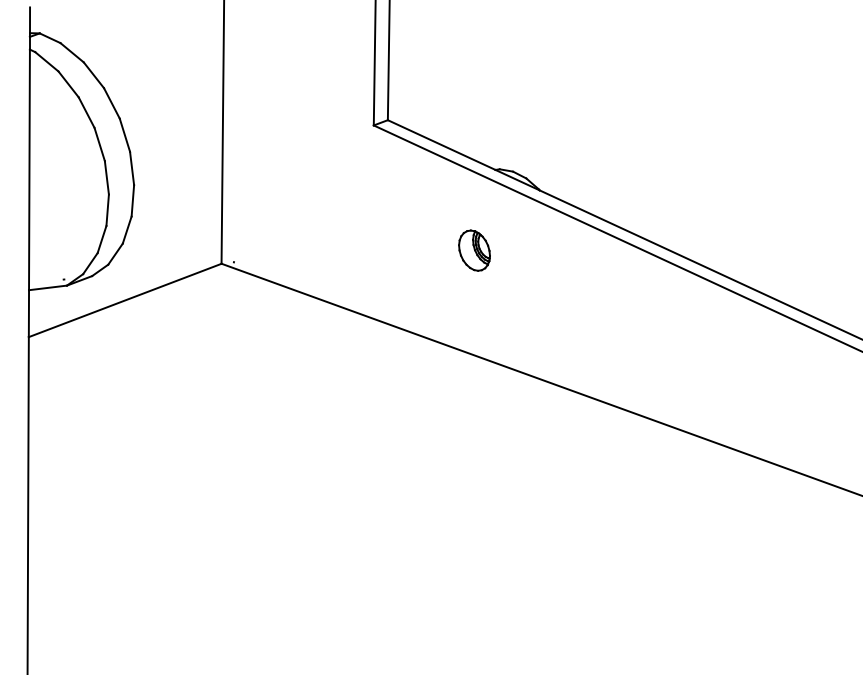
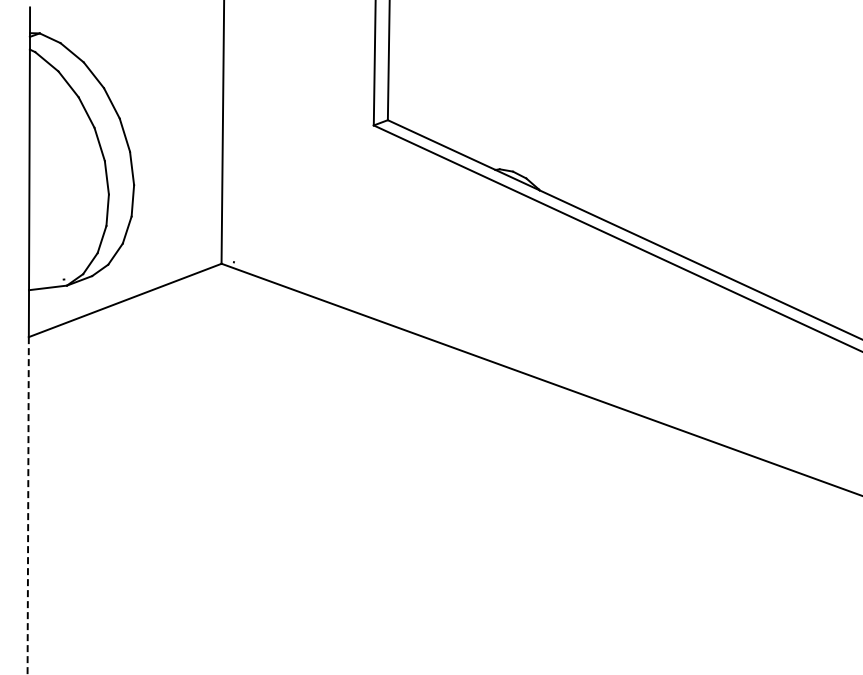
part at (474, 250): present -> none
line at (28, 506): solid -> dashed
